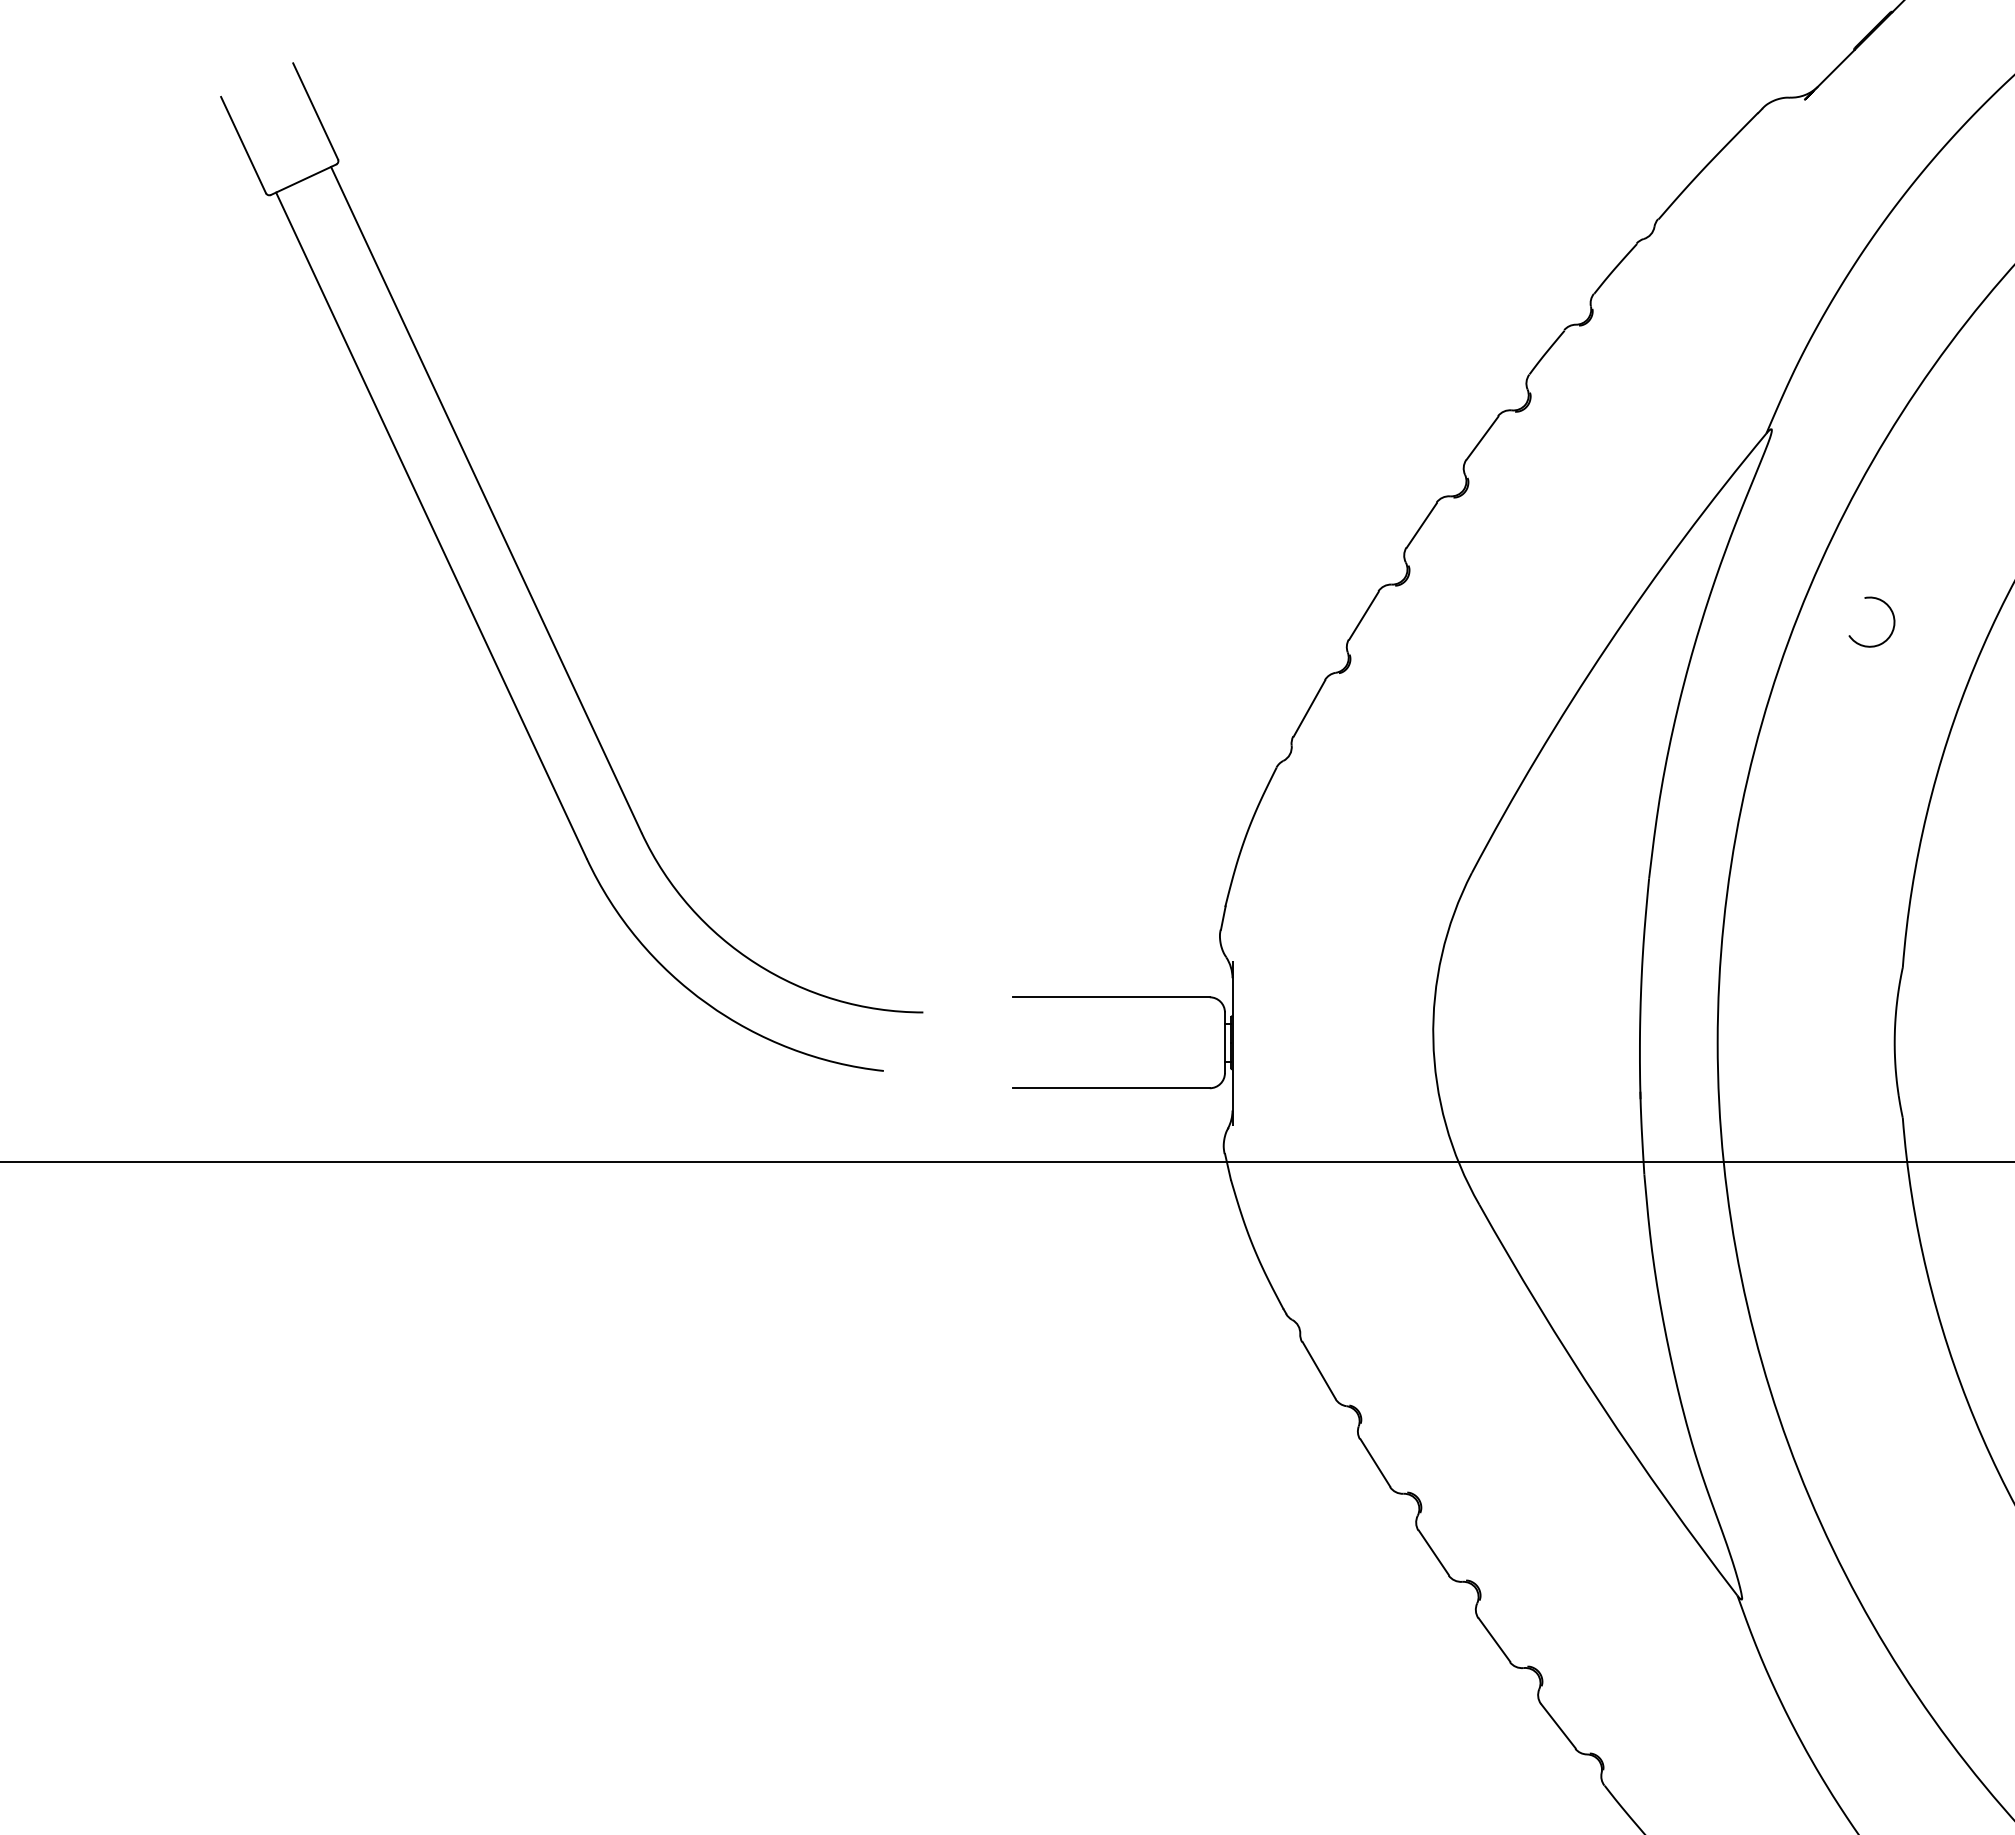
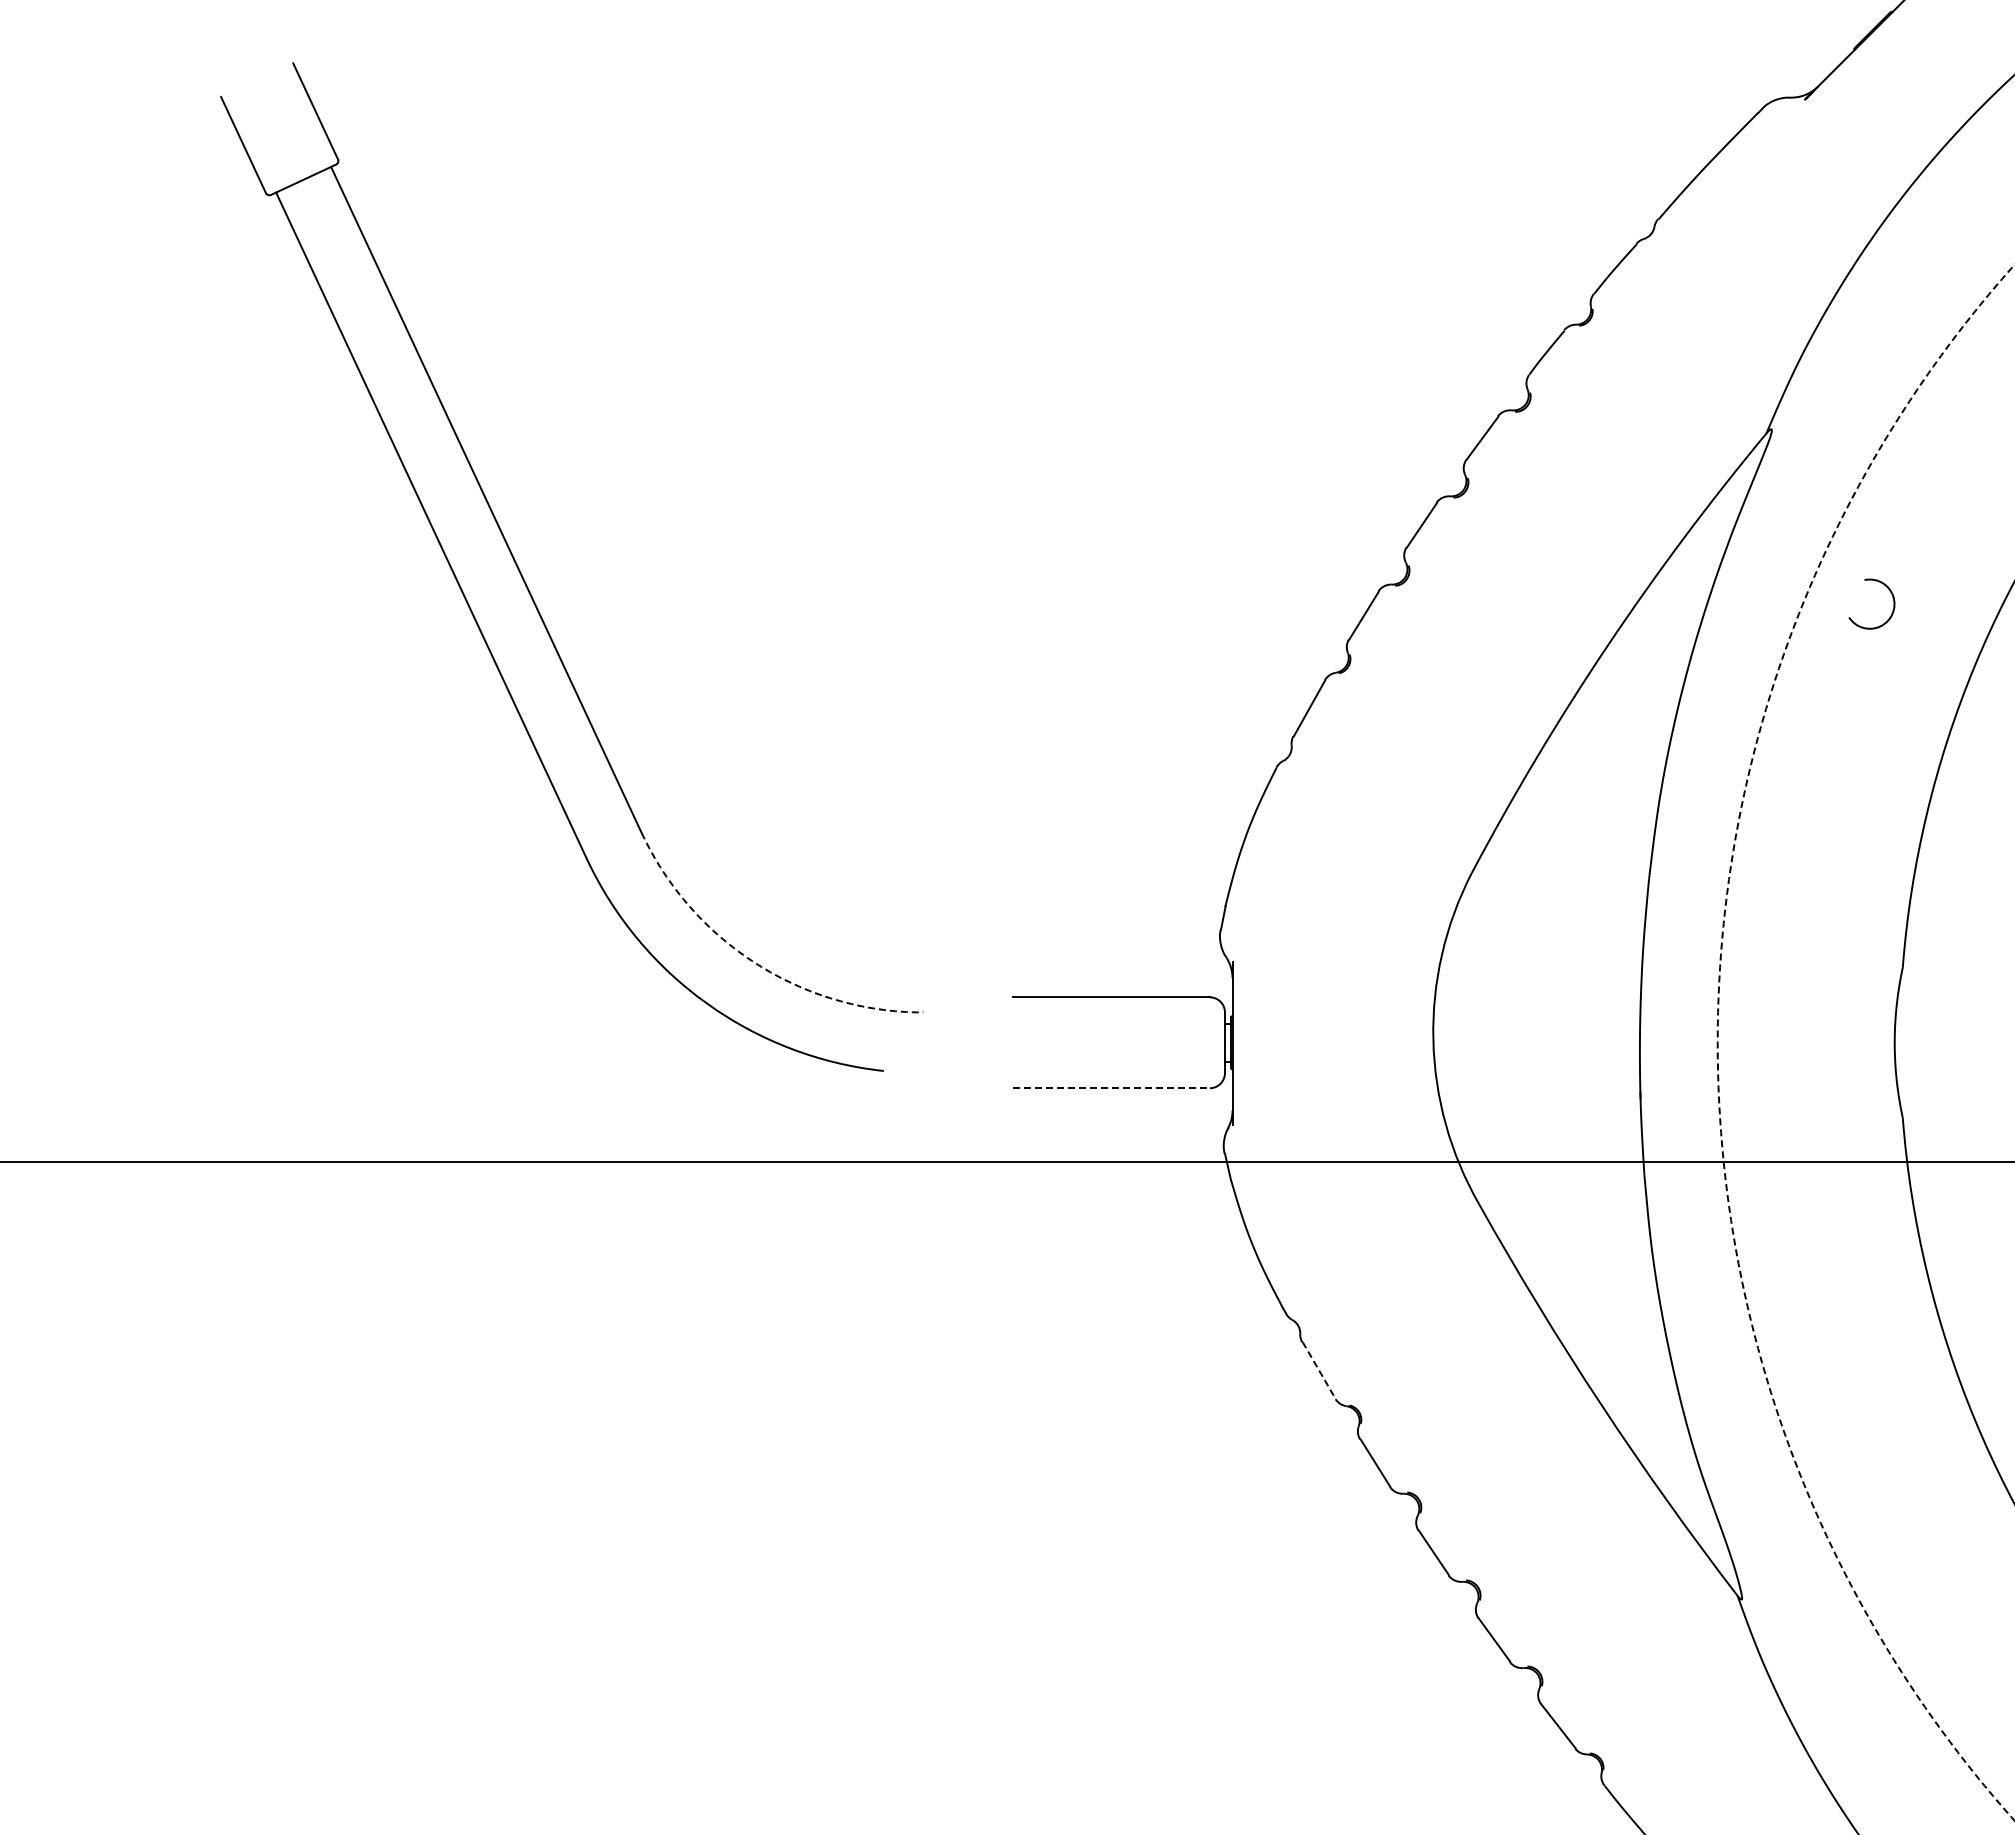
arc at (1889, 609) position: (1889, 609) -> (1889, 591)
arc at (756, 963): solid -> dashed
circle at (1865, 1042): solid -> dashed
line at (1111, 1088): solid -> dashed
line at (1319, 1370): solid -> dashed
